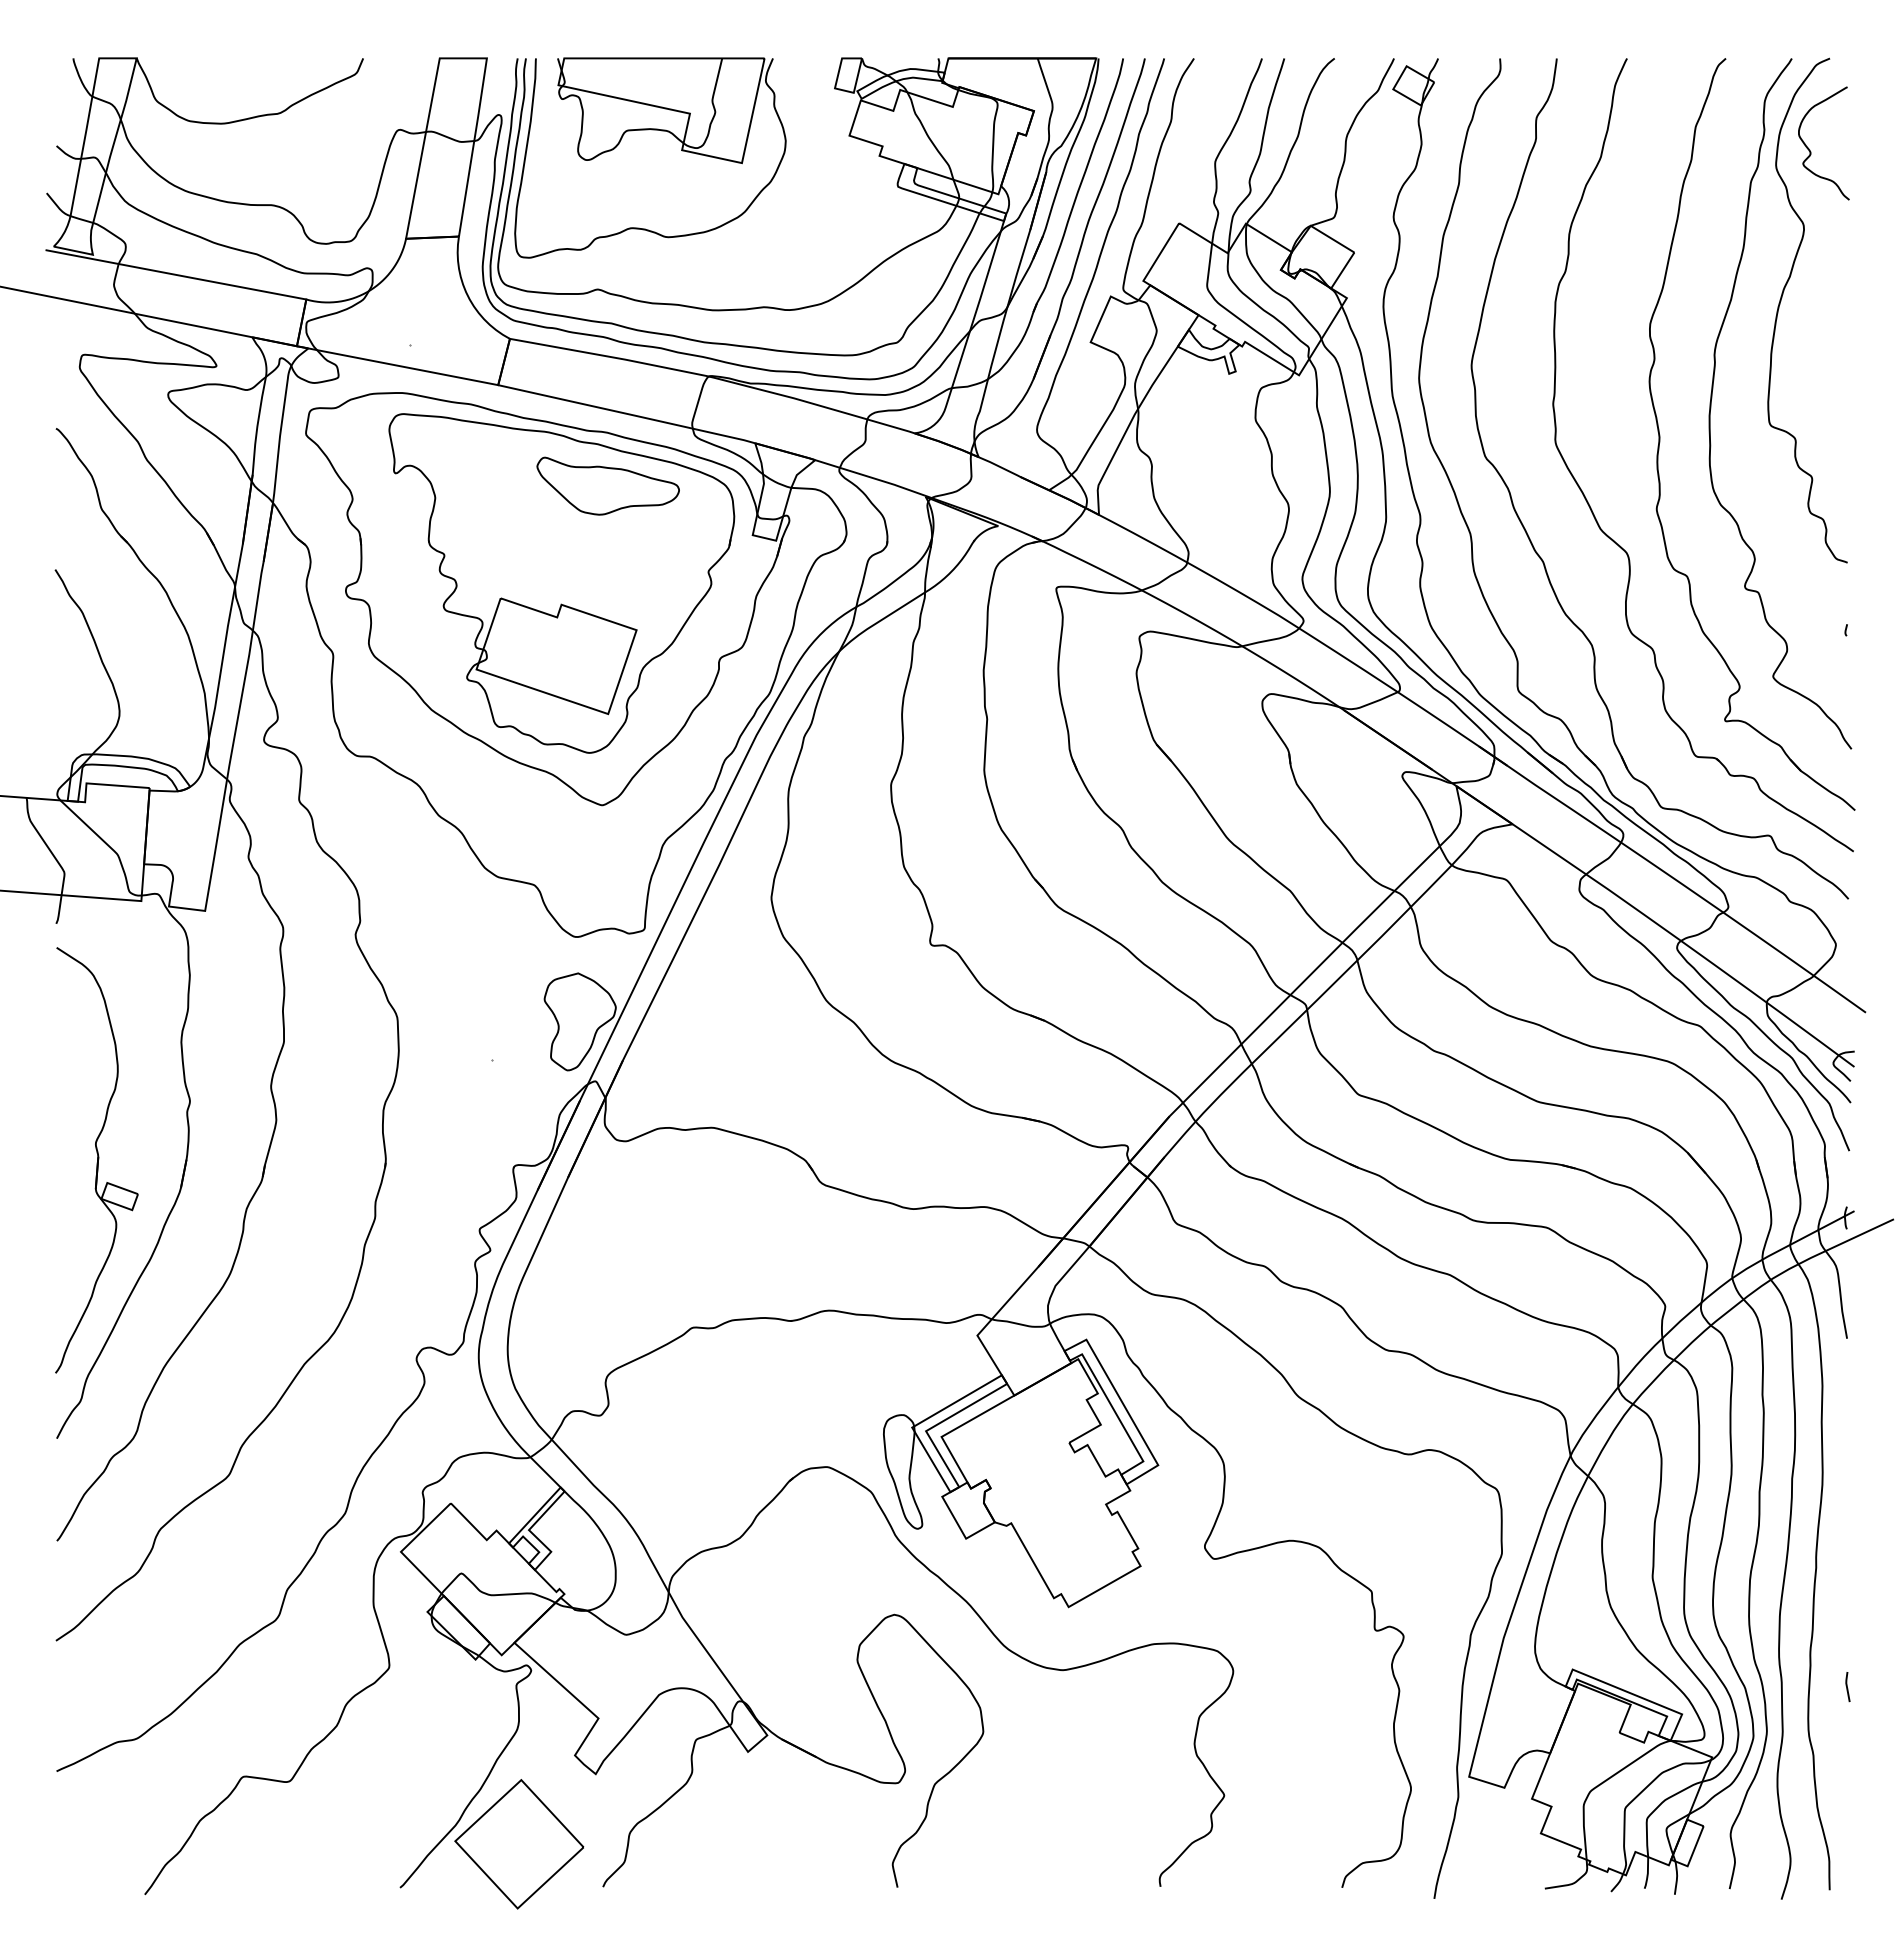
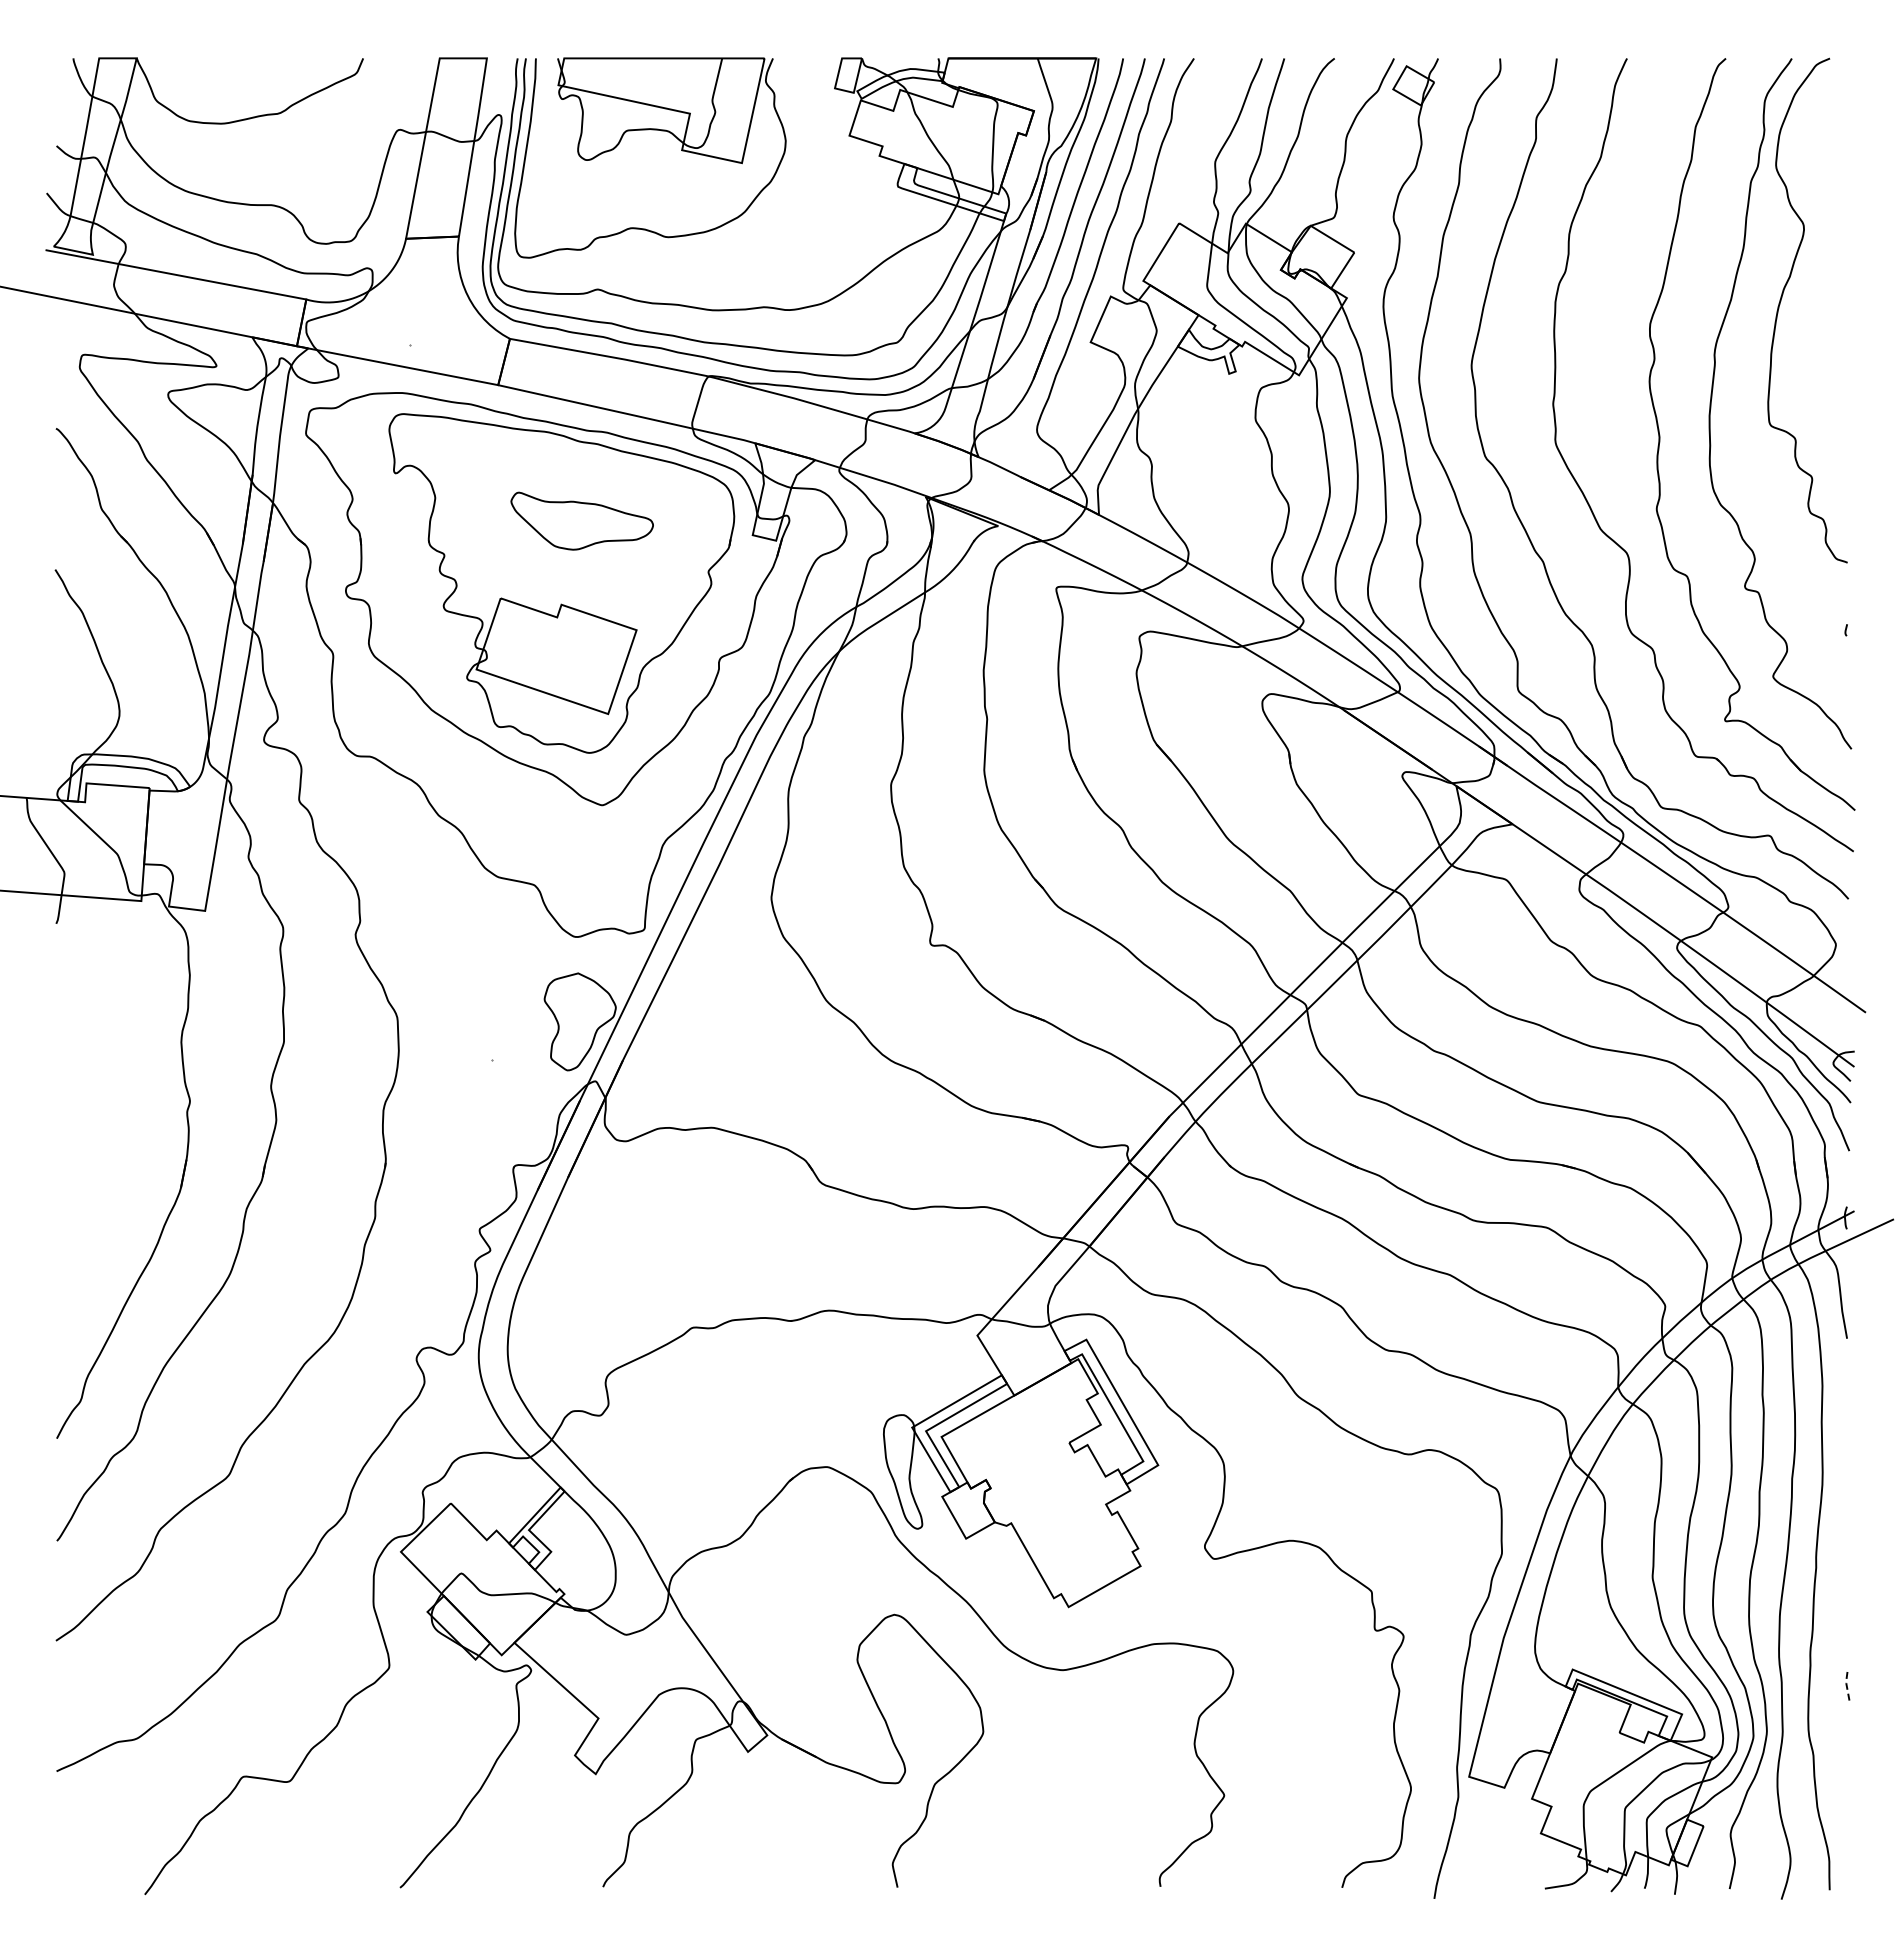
curve at (1811, 151): present -> none
part at (607, 485) position: (607, 485) -> (581, 520)
part at (96, 1160): present -> none
line at (1846, 1686): solid -> dashed
part at (519, 1844): present -> none
